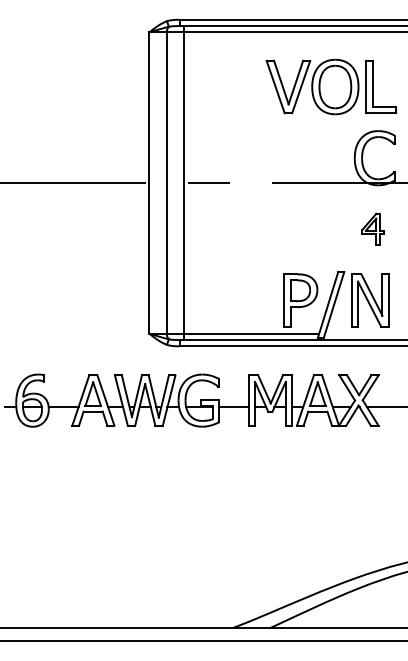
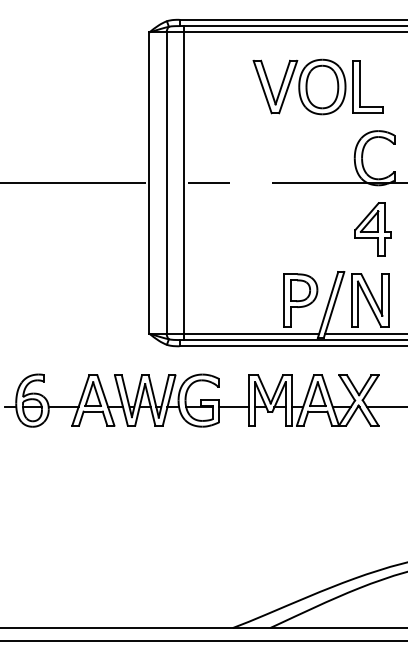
part at (330, 86) position: (330, 86) -> (317, 86)
part at (372, 228) size: 24x34 px -> 38x55 px
line at (364, 333): none -> present
